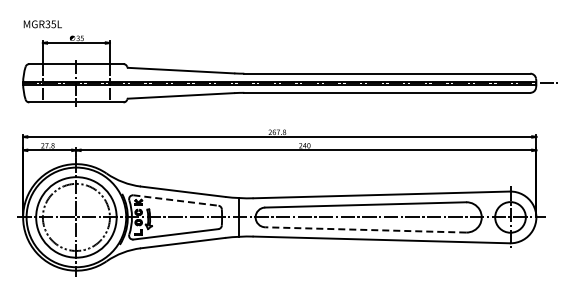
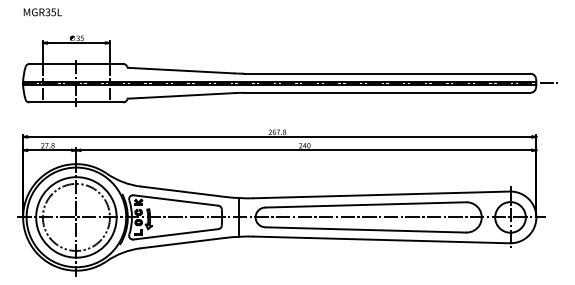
text at (42, 24) position: (42, 24) -> (42, 12)
line at (175, 200): dashed -> solid
line at (365, 229): dashed -> solid
